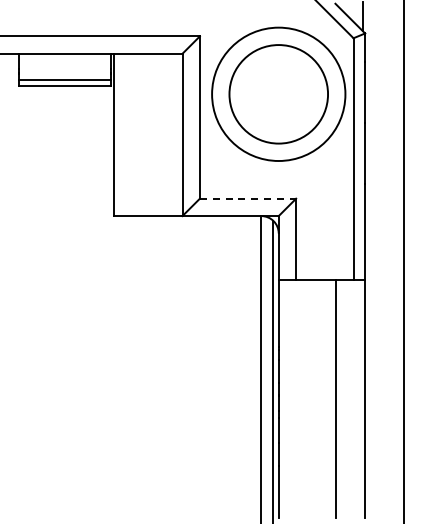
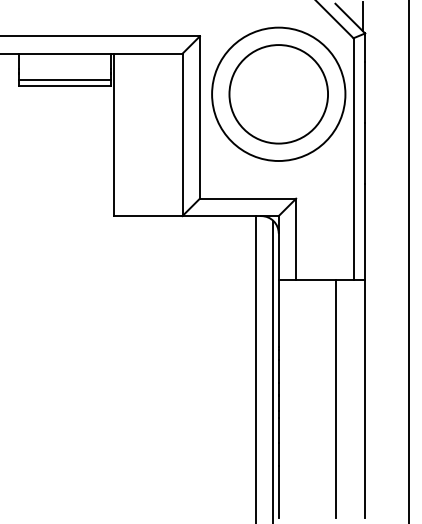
line at (248, 198): dashed -> solid
line at (404, 261) position: (404, 261) -> (409, 261)
line at (260, 368) position: (260, 368) -> (255, 368)
